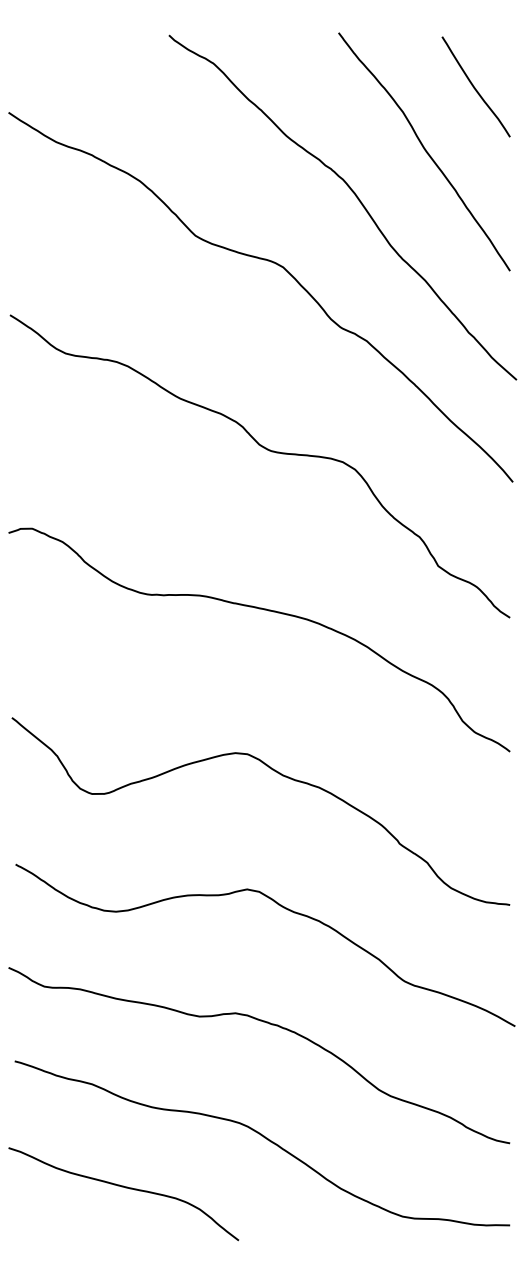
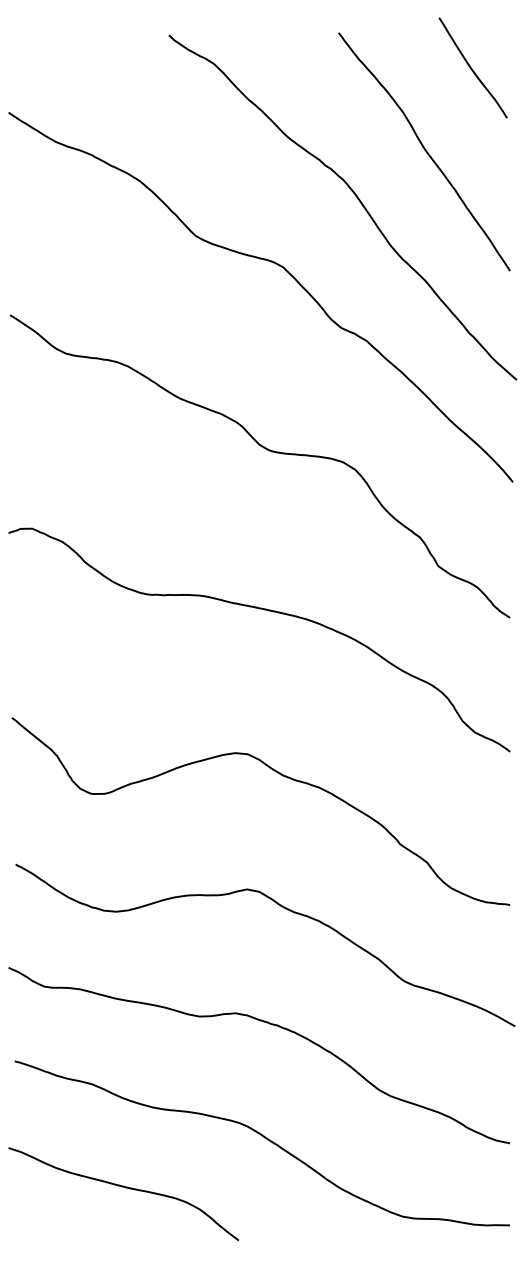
curve at (474, 86) position: (474, 86) -> (471, 67)
